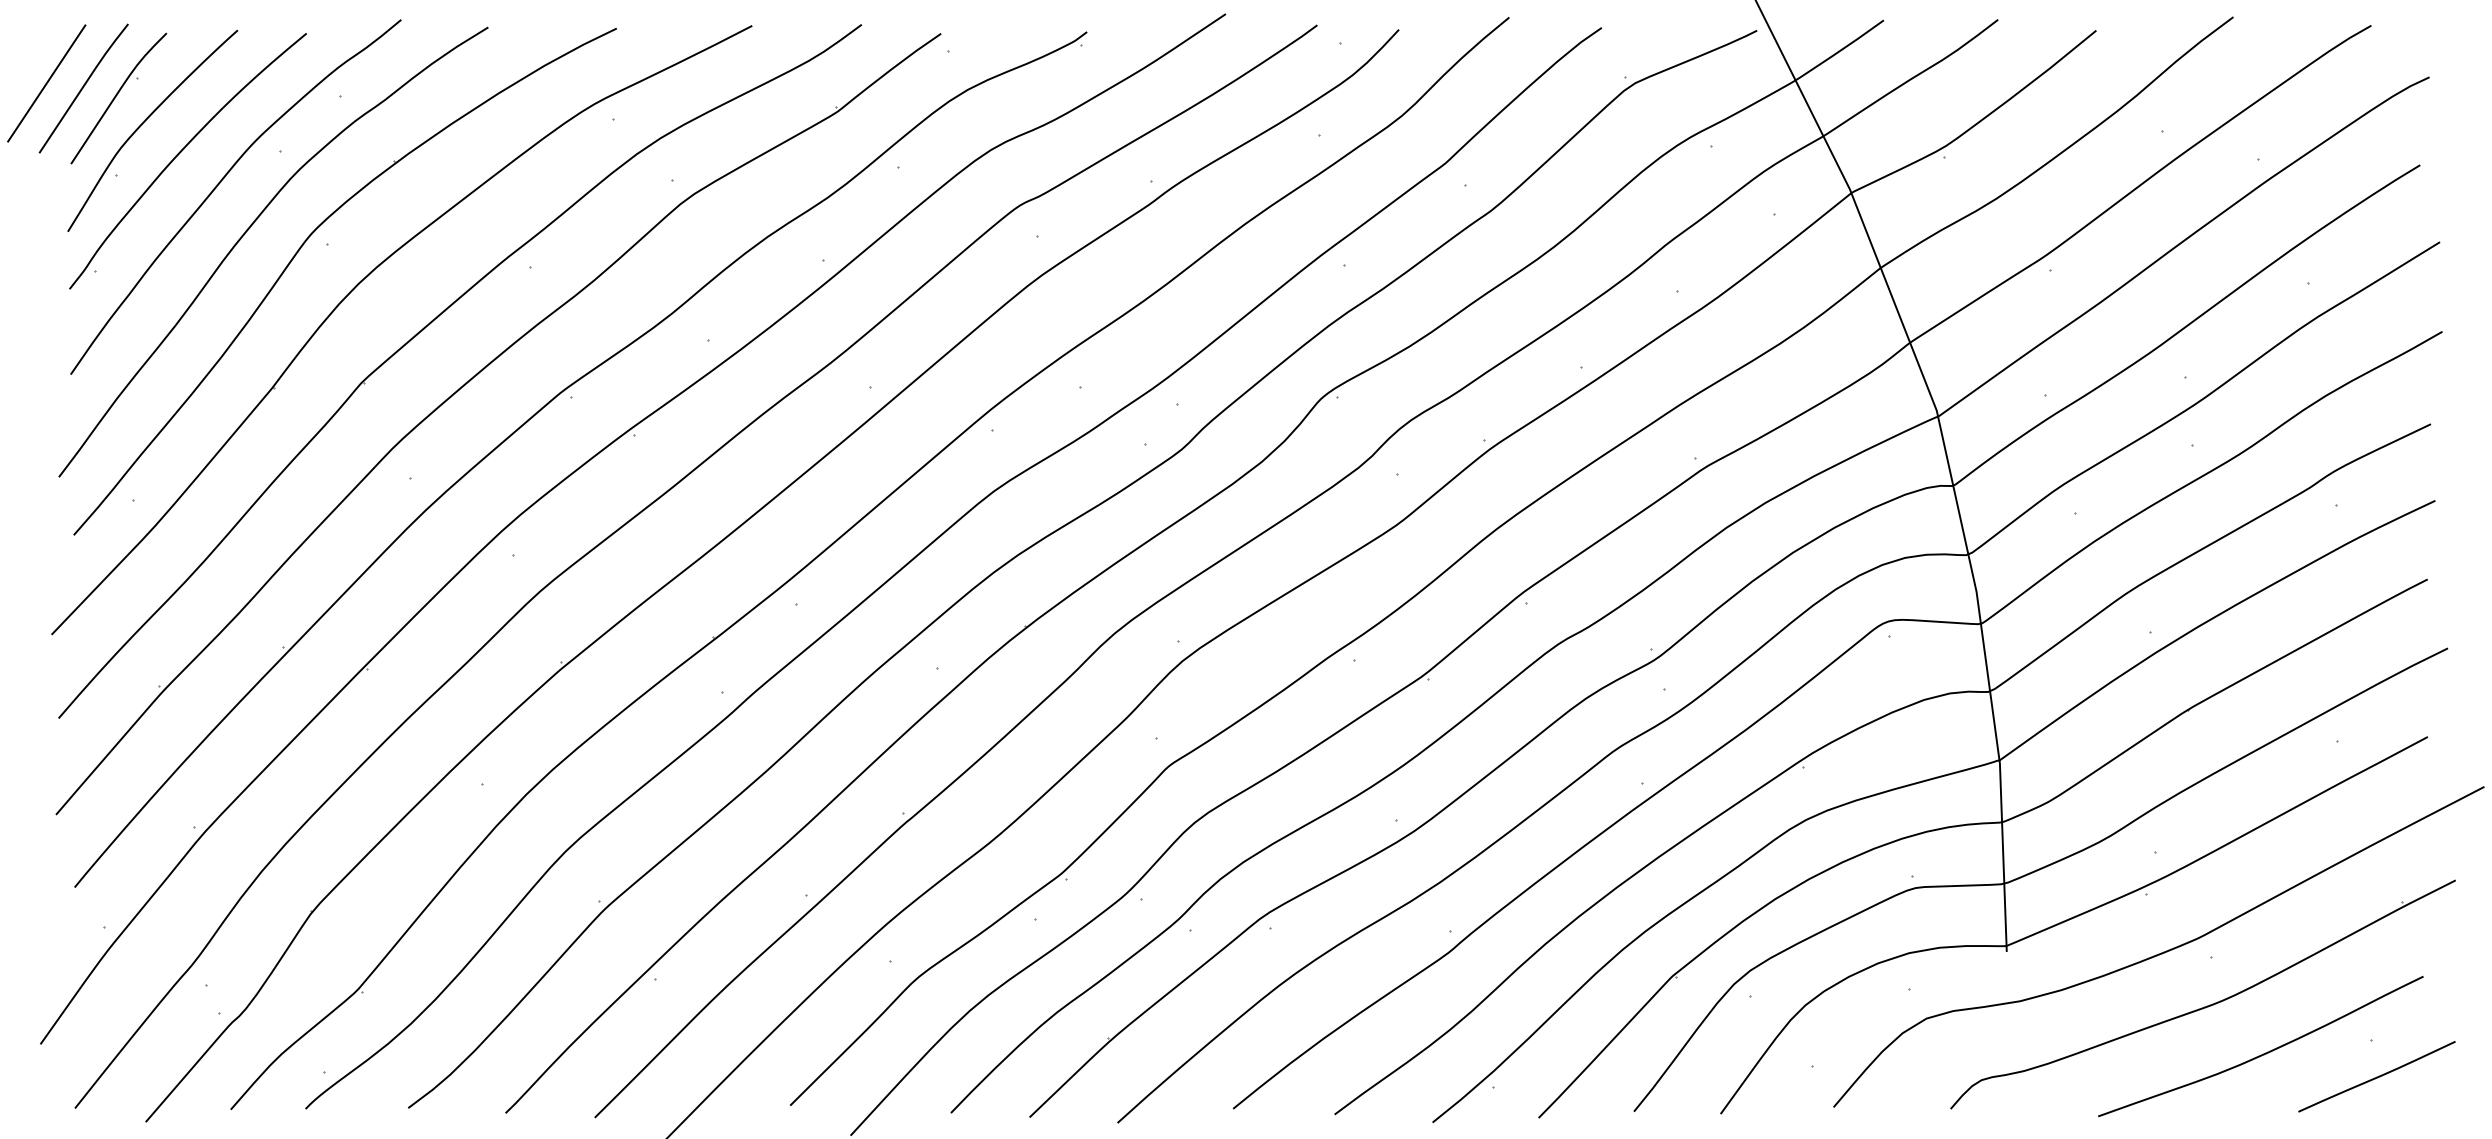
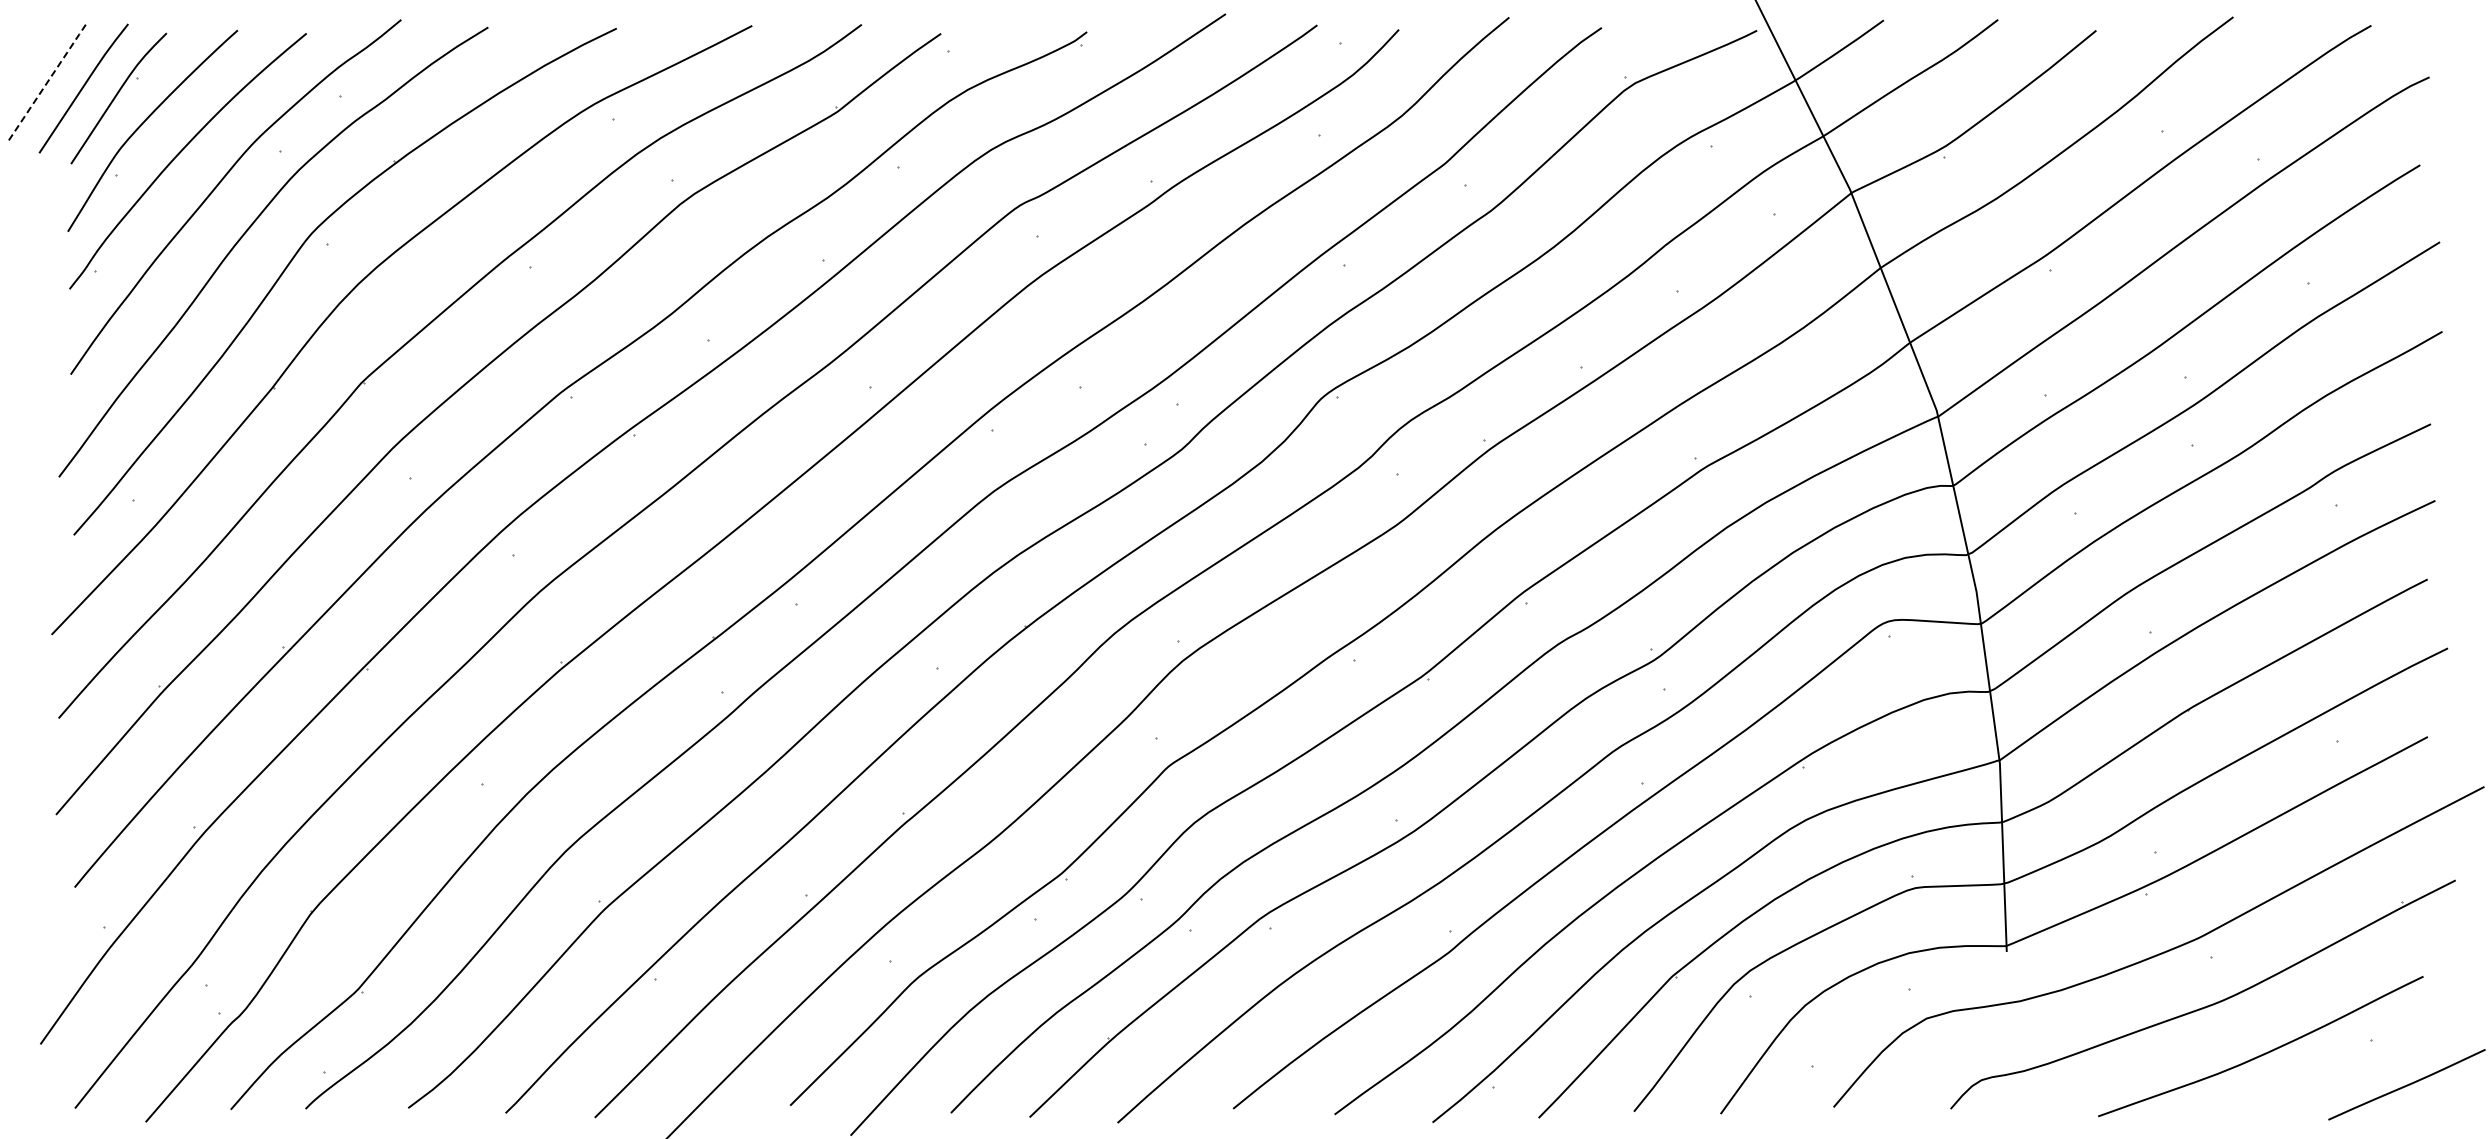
line at (46, 83): solid -> dashed
curve at (2376, 1076) position: (2376, 1076) -> (2406, 1084)
